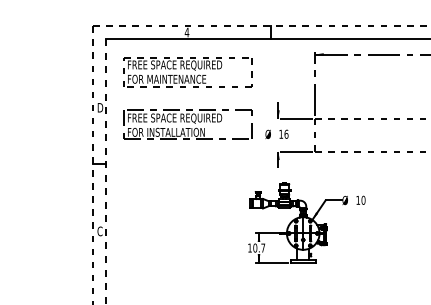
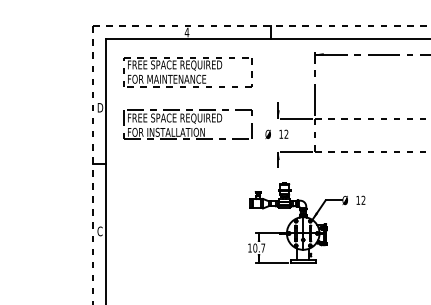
text at (286, 133): 16 -> 12
line at (106, 172): dashed -> solid
text at (363, 199): 10 -> 12
